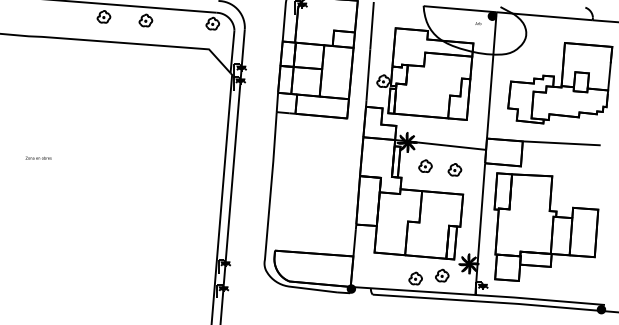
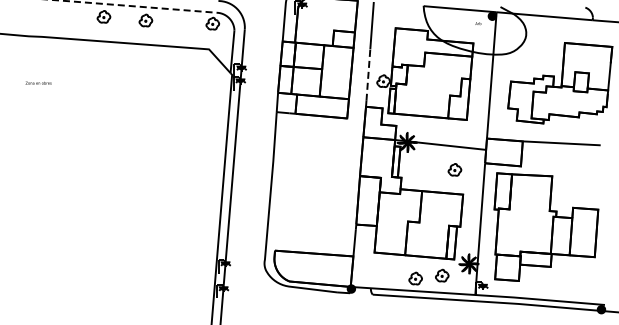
line at (135, 6): solid -> dashed
line at (368, 75): solid -> dashed
text at (38, 157) position: (38, 157) -> (38, 82)
part at (425, 165): present -> none
